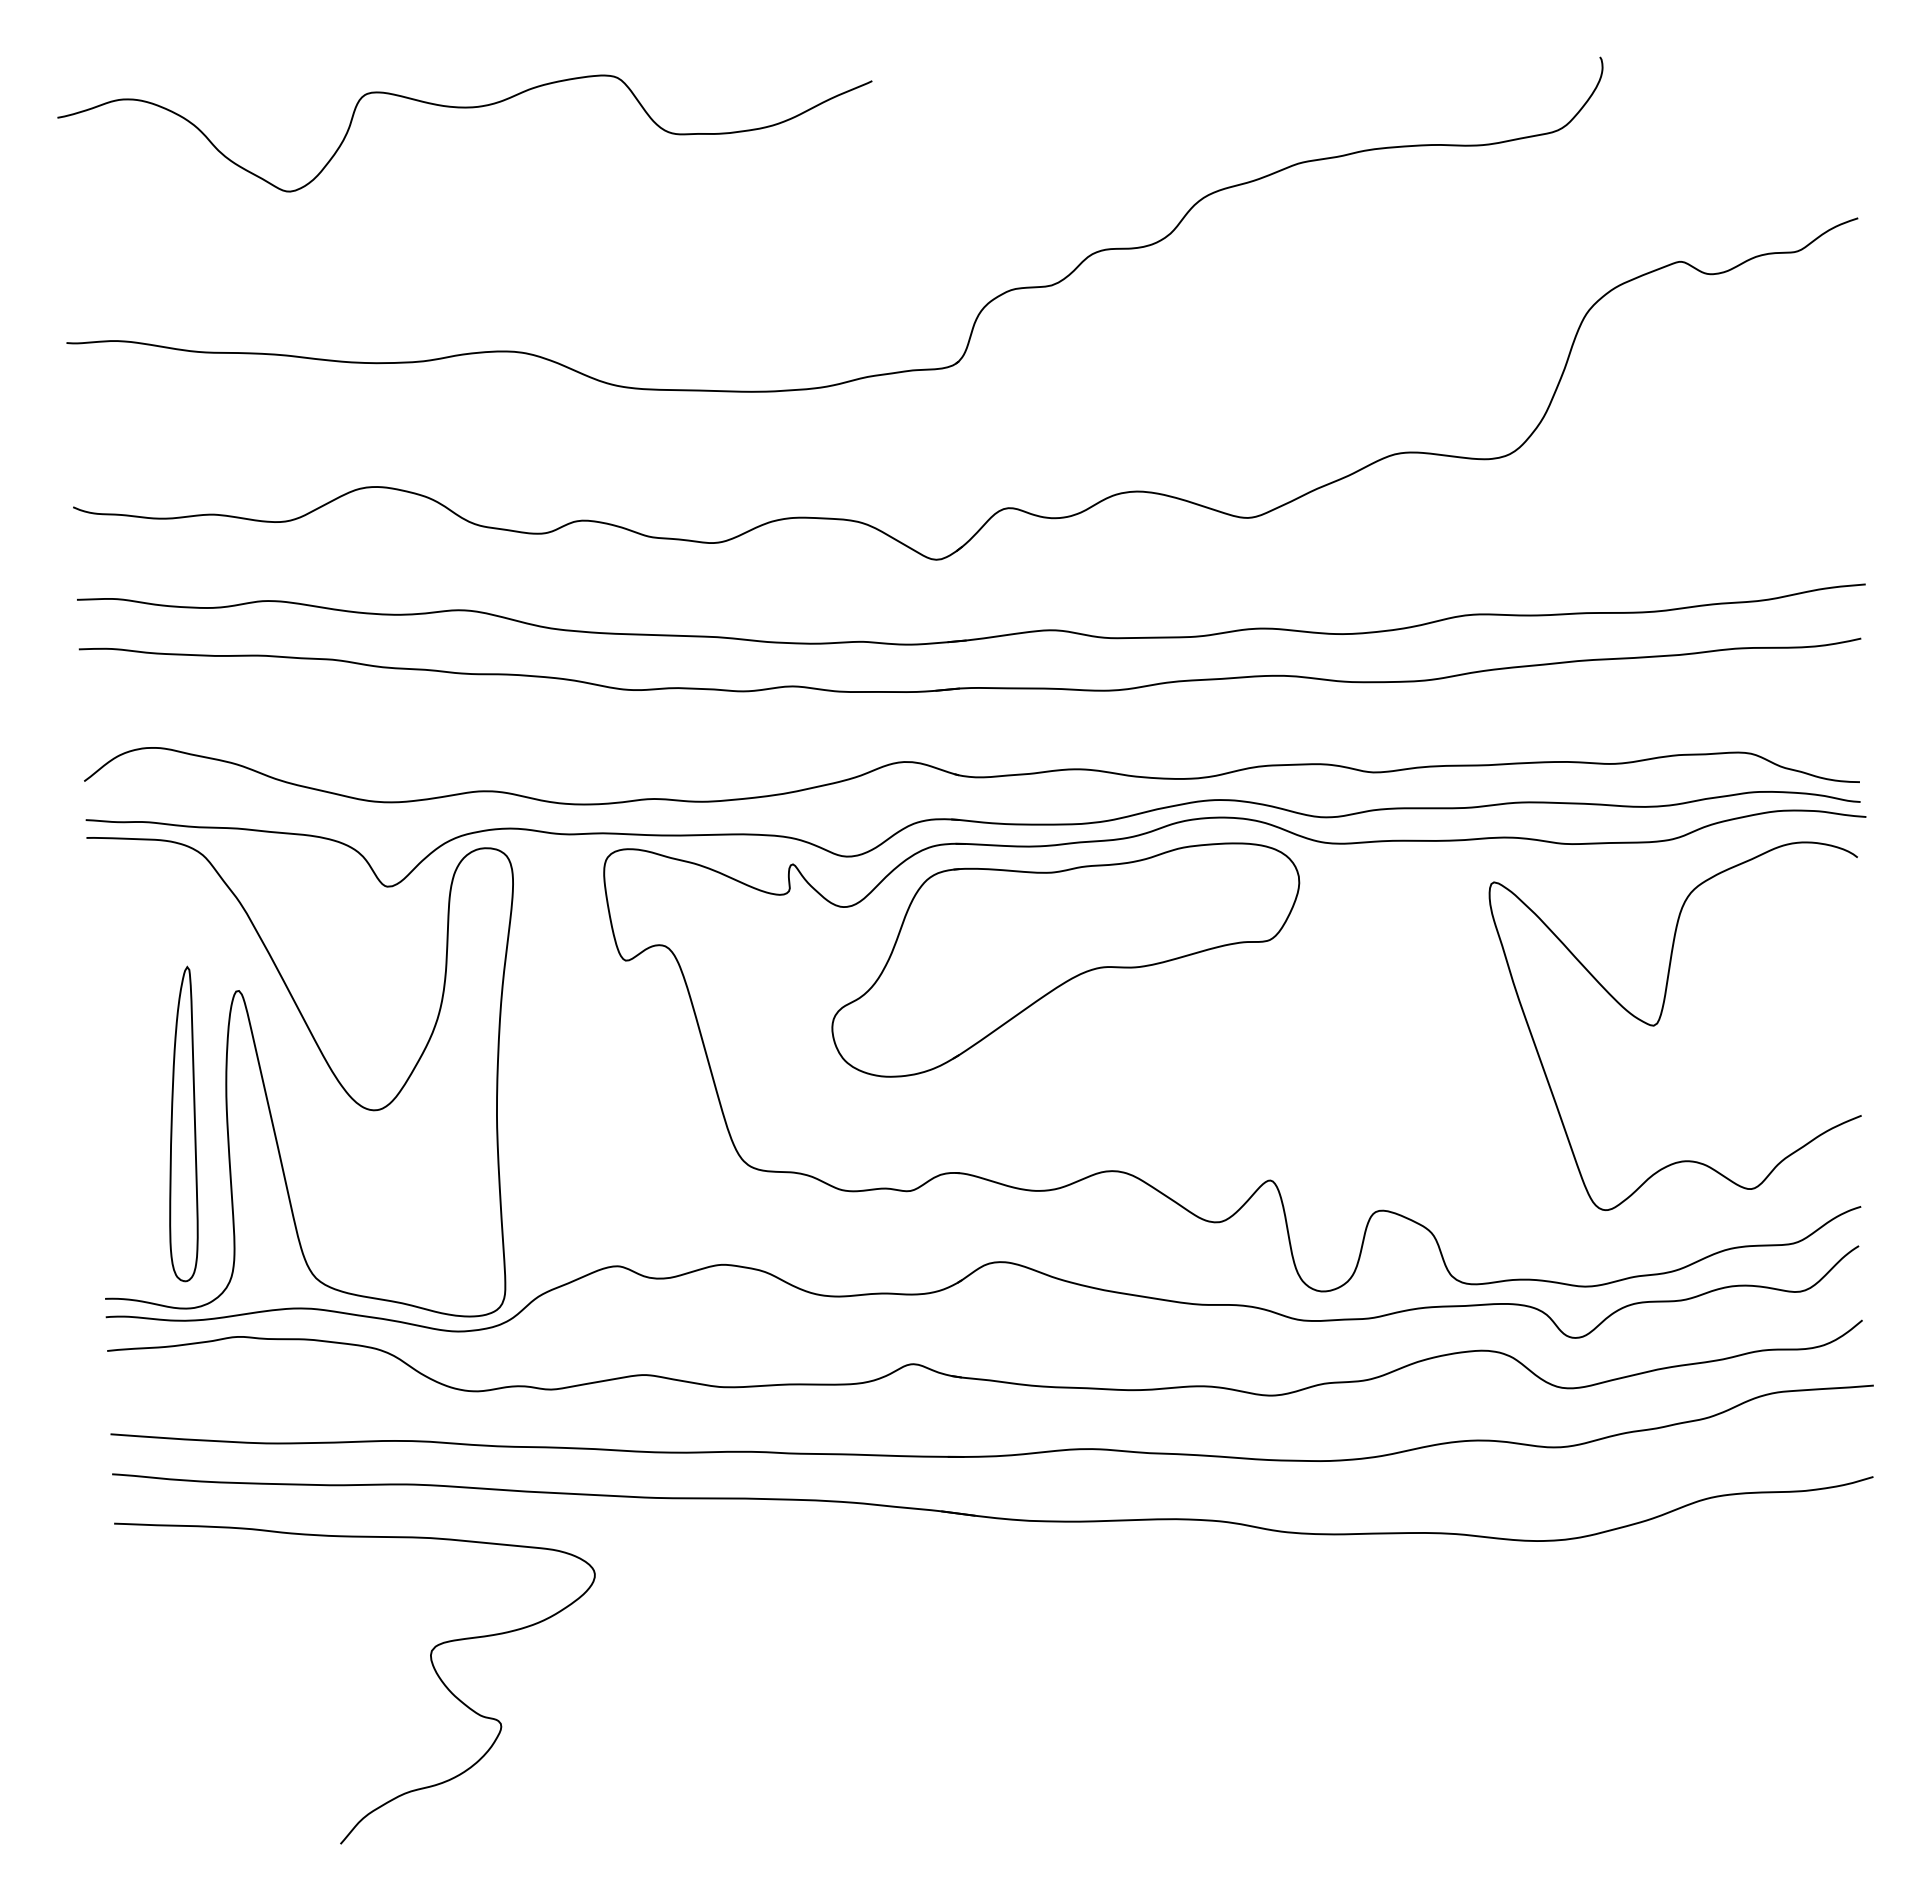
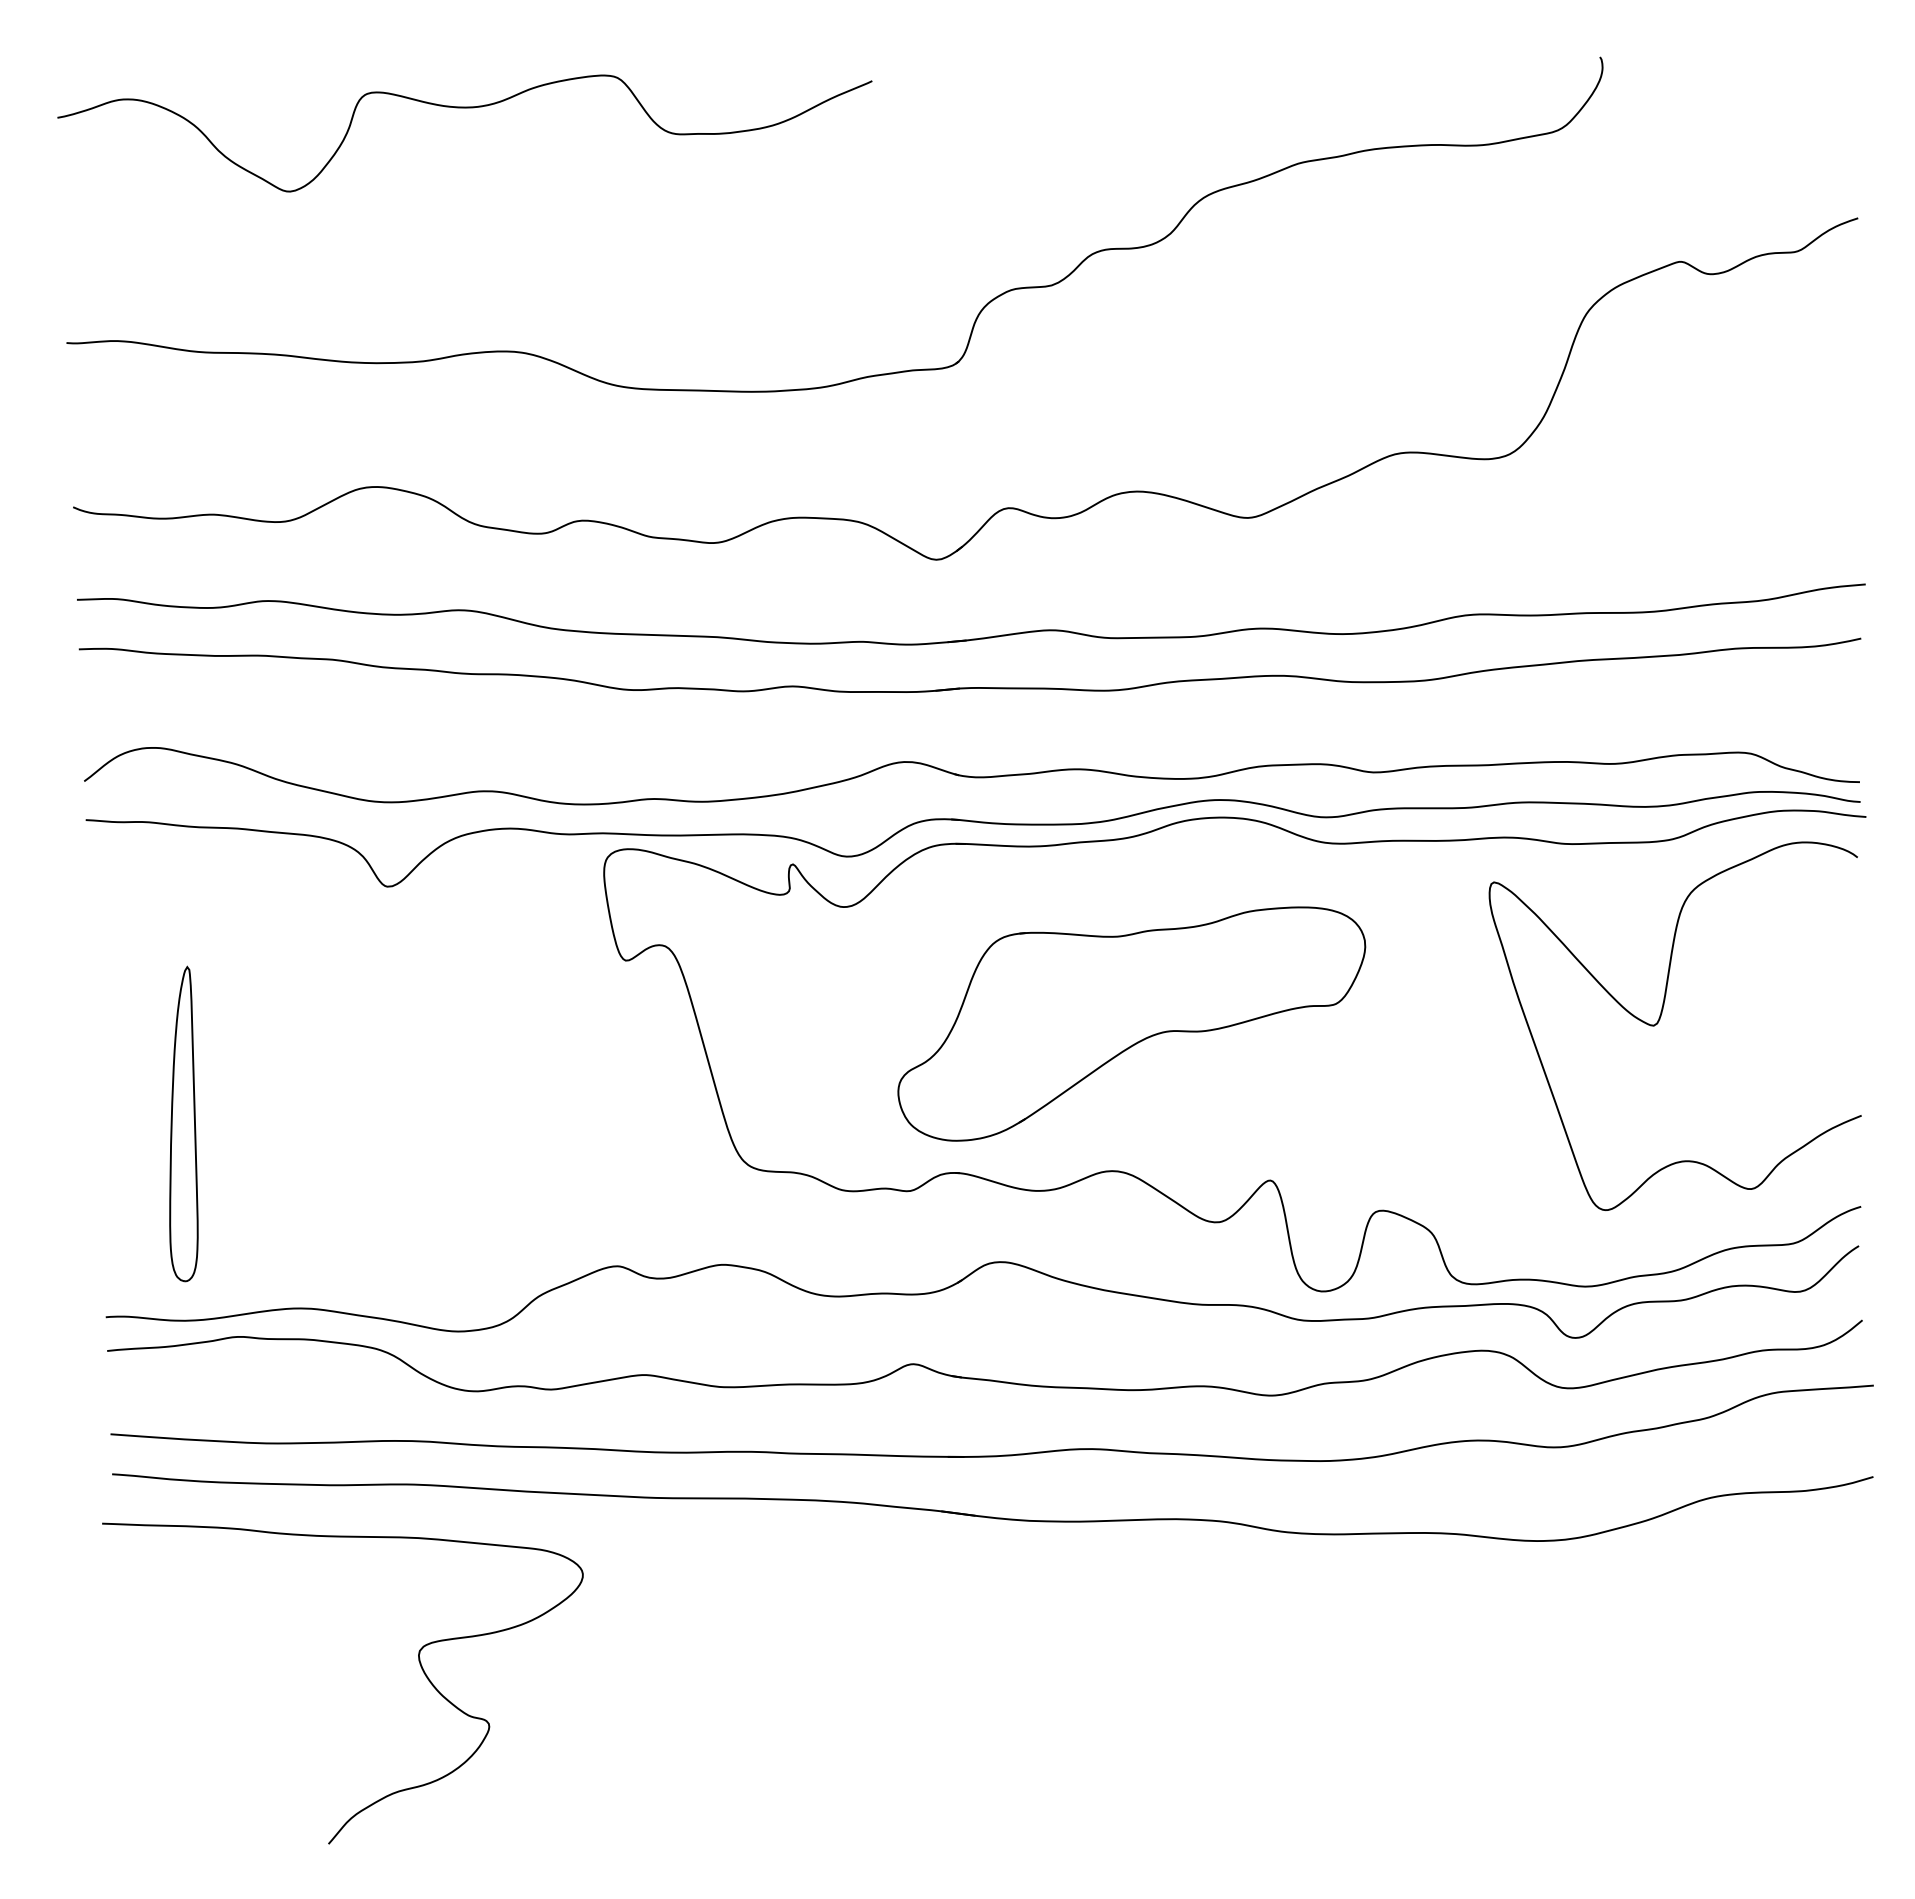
part at (1065, 959) position: (1065, 959) -> (1131, 1023)
curve at (324, 1060): present -> none
curve at (430, 1661) position: (430, 1661) -> (418, 1661)
